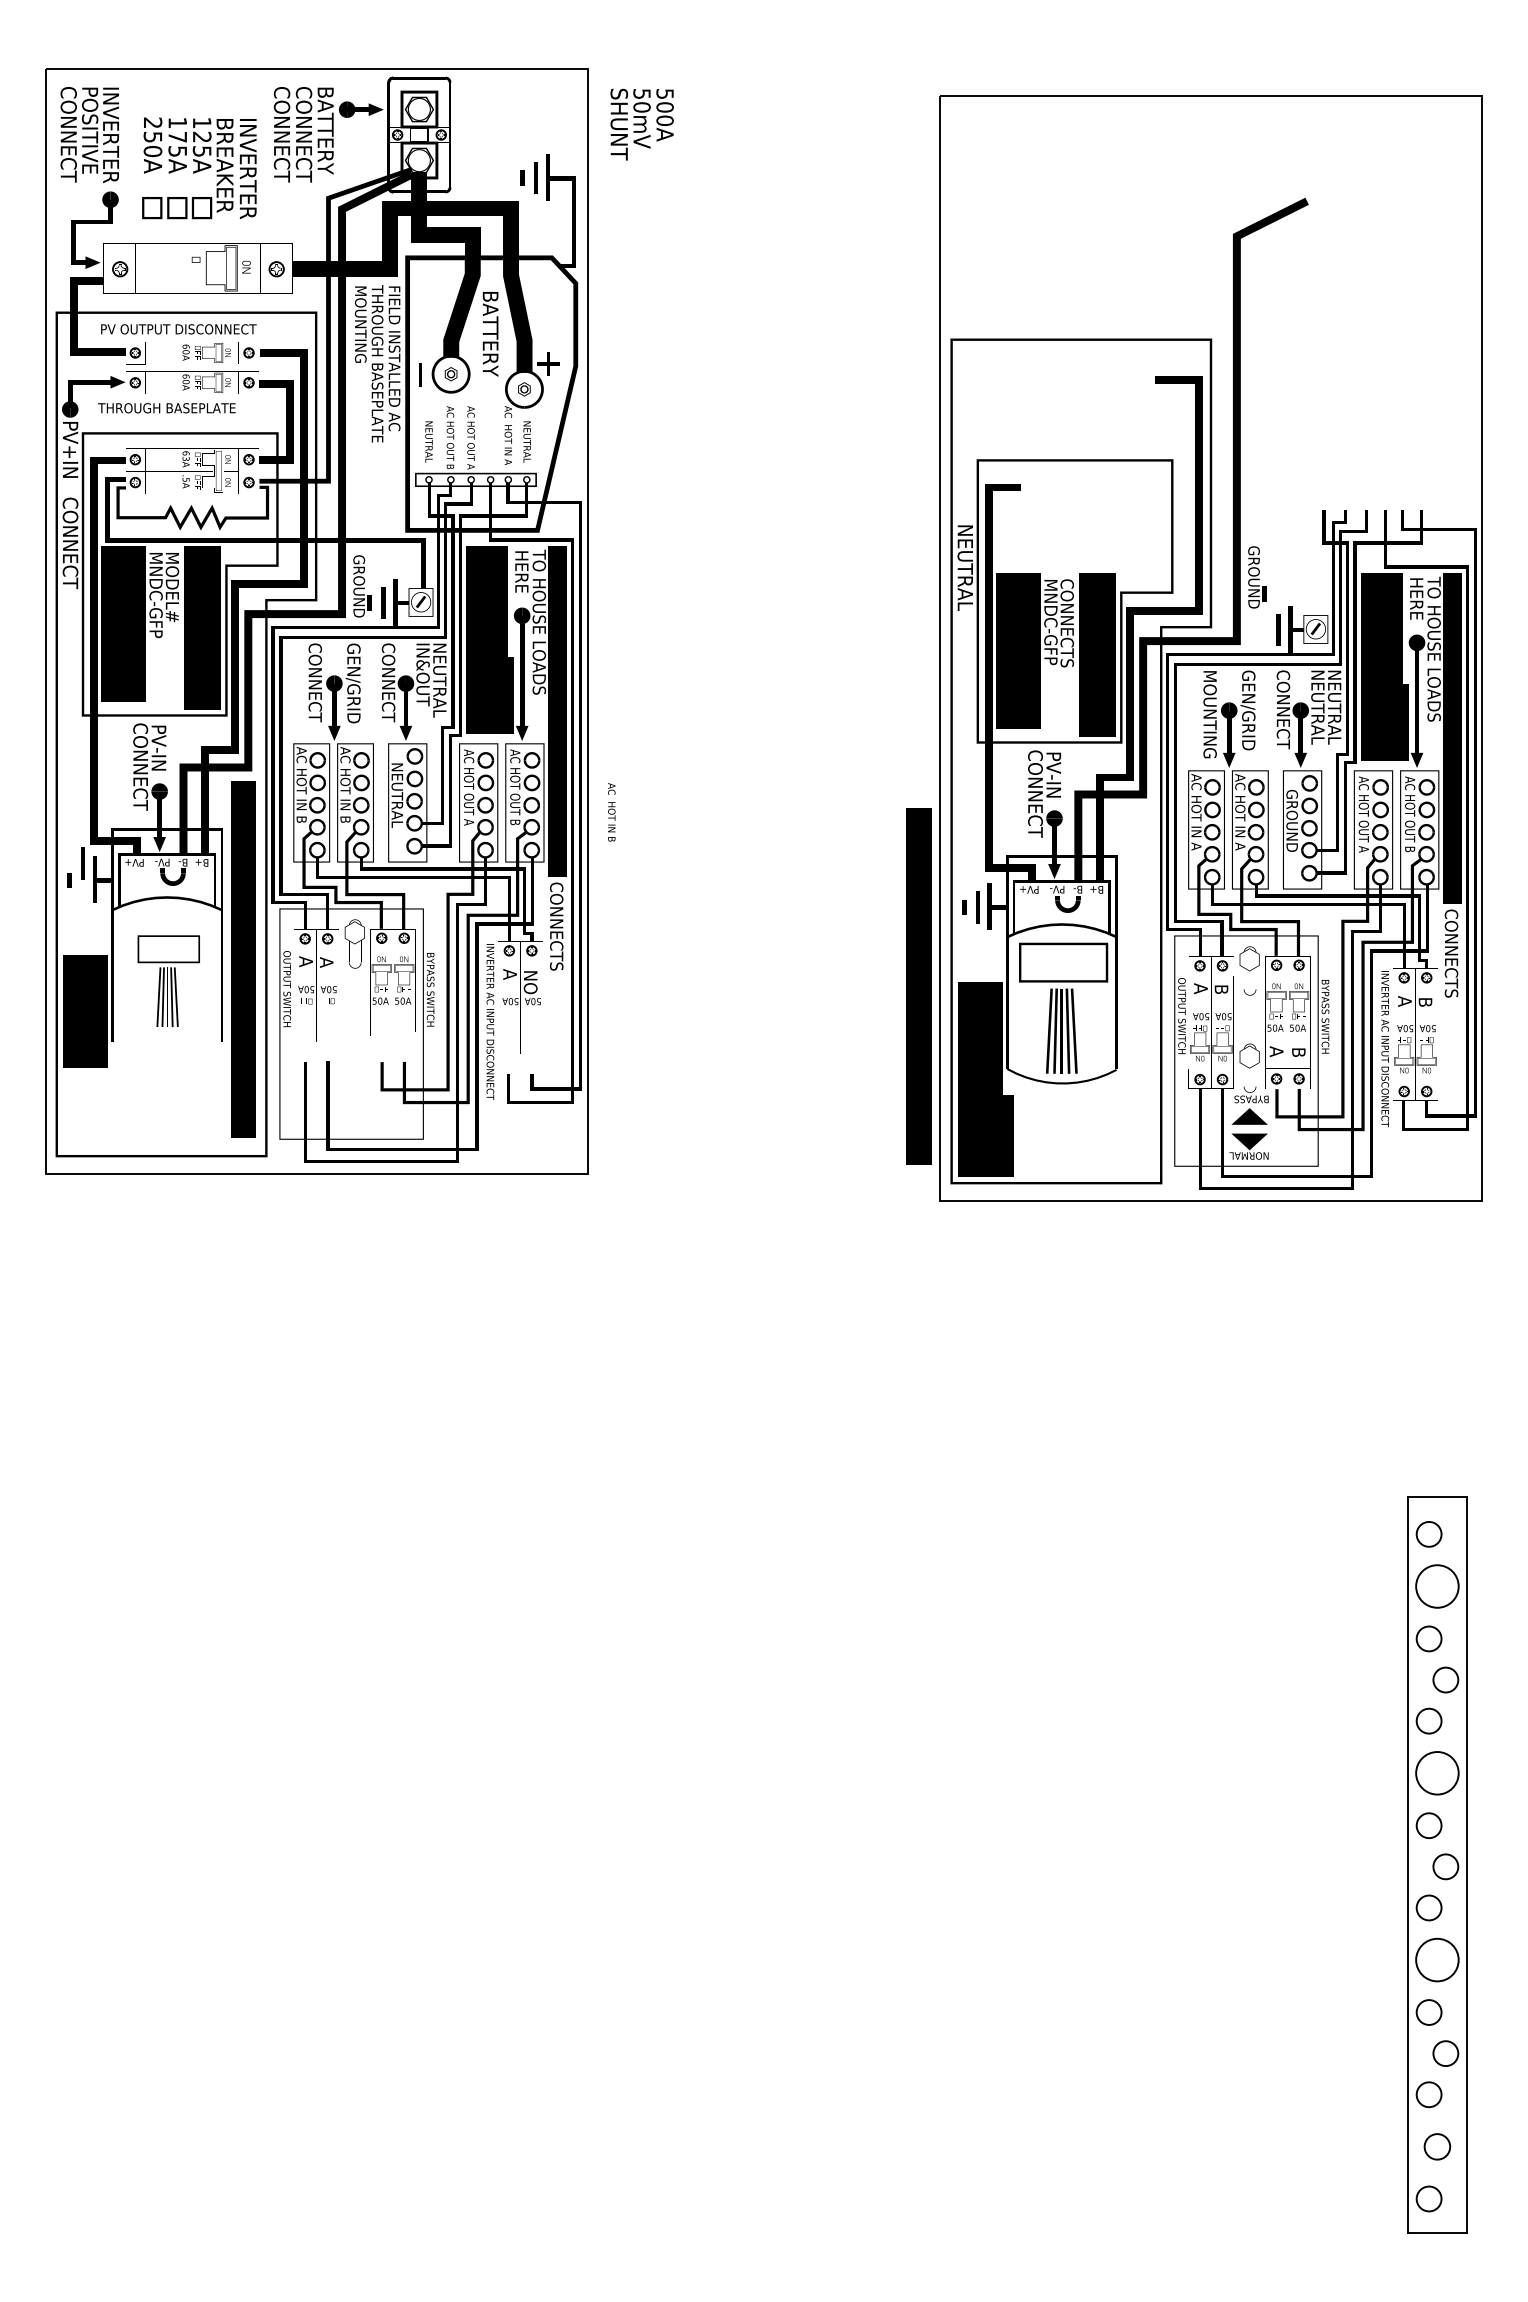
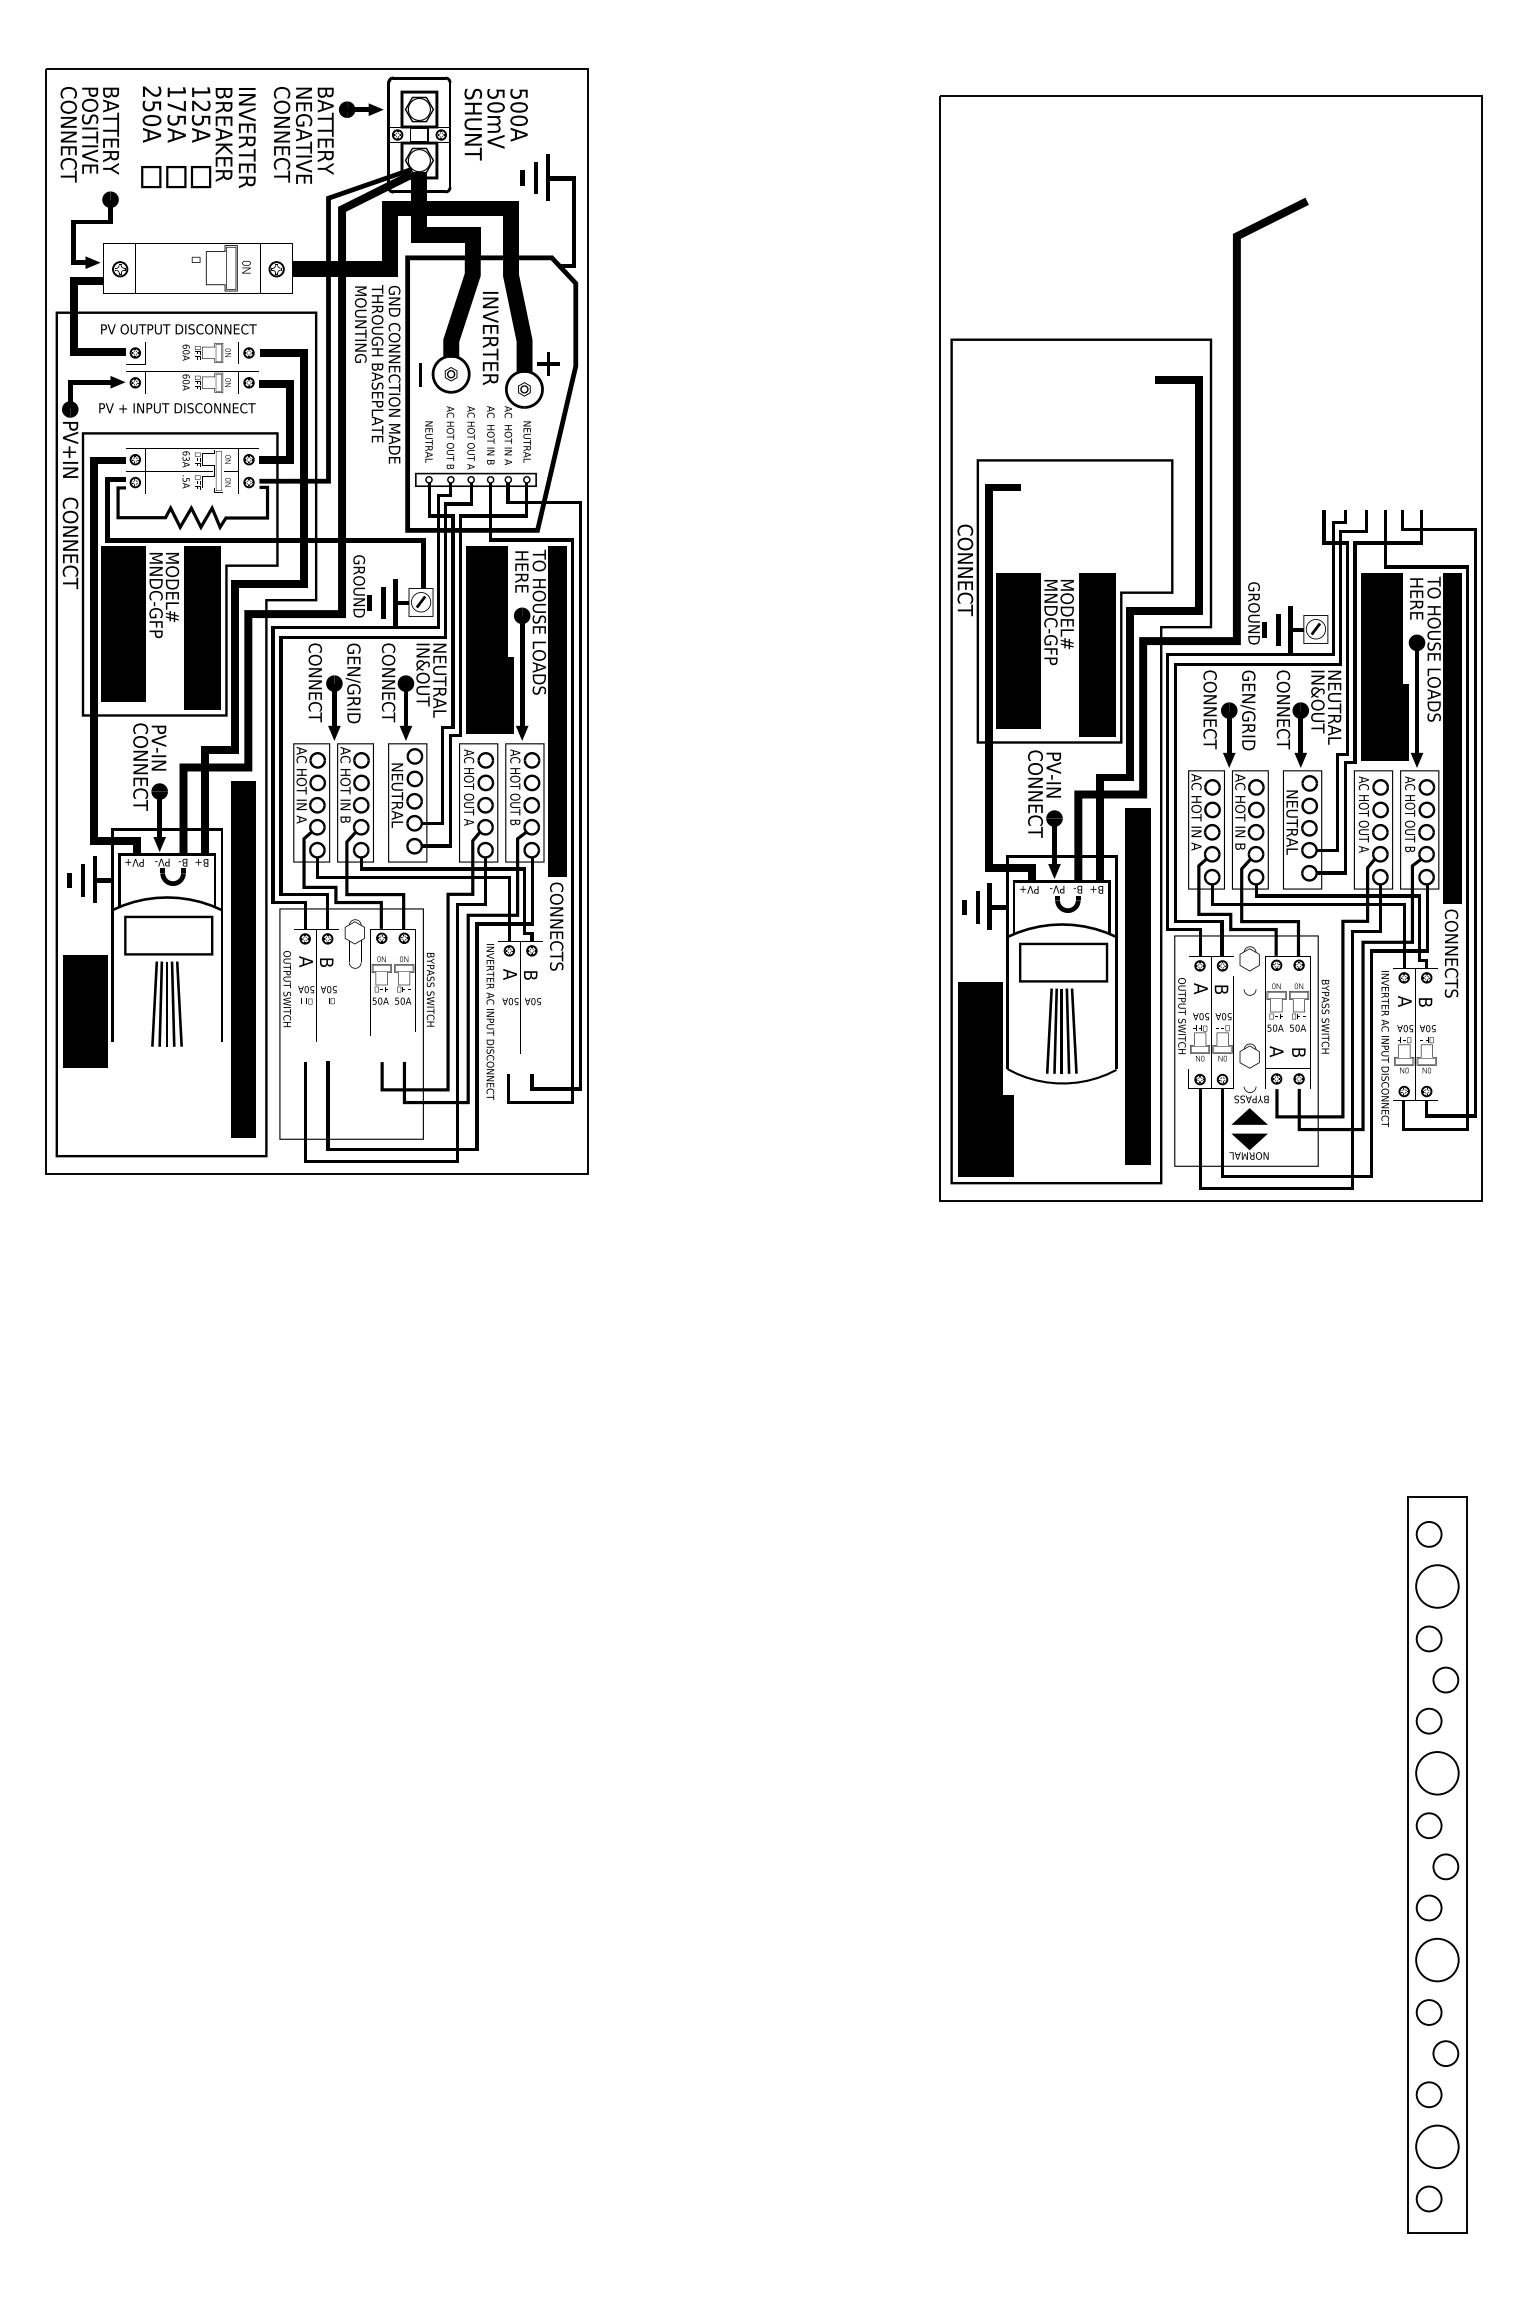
text at (641, 124) position: (641, 124) -> (495, 124)
text at (303, 135): CONNECT -> NEGATIVE
text at (110, 136): INVERTER -> BATTERY
text at (199, 168) position: (199, 168) -> (198, 137)
text at (490, 338): BATTERY -> INVERTER
text at (394, 374): FIELD INSTALLED AC -> GND CONNECTION MADE
text at (176, 408): THROUGH BASEPLATE -> PV + INPUT DISCONNECT
text at (965, 570): NEUTRAL -> CONNECT
text at (1257, 577) position: (1257, 577) -> (1257, 613)
text at (1066, 623): CONNECTS -> MODEL#
text at (1317, 708): NEUTRAL -> IN&OUT
text at (1209, 714): MOUNTING -> CONNECT
text at (611, 812) position: (611, 812) -> (490, 435)
text at (301, 819): AC HOT IN B -> AC HOT IN A
text at (1292, 821): GROUND -> NEUTRAL
text at (1240, 846): AC HOT IN A -> AC HOT IN B
line at (82, 863) position: (82, 863) -> (82, 880)
text at (326, 962): A -> B
part at (168, 980) size: 63x92 px -> 90x132 px
text at (530, 983): NO -> B
text at (918, 986) position: (918, 986) -> (1137, 986)
circle at (1437, 2146) diameter: 26 px -> 43 px
